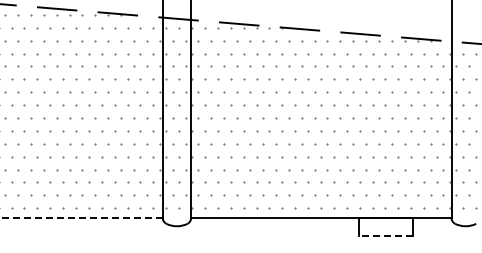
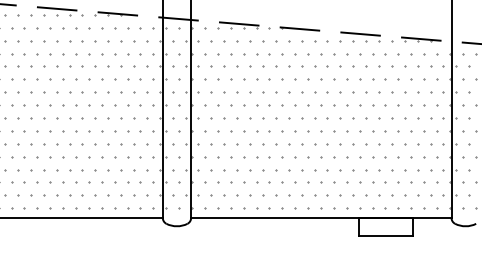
line at (81, 217): dashed -> solid
line at (385, 235): dashed -> solid
